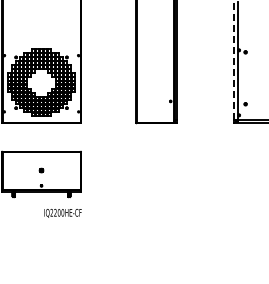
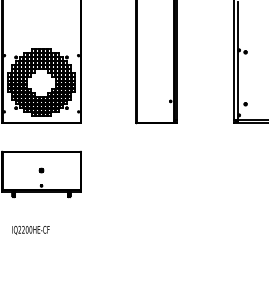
line at (233, 59): dashed -> solid
text at (62, 213) position: (62, 213) -> (30, 230)
